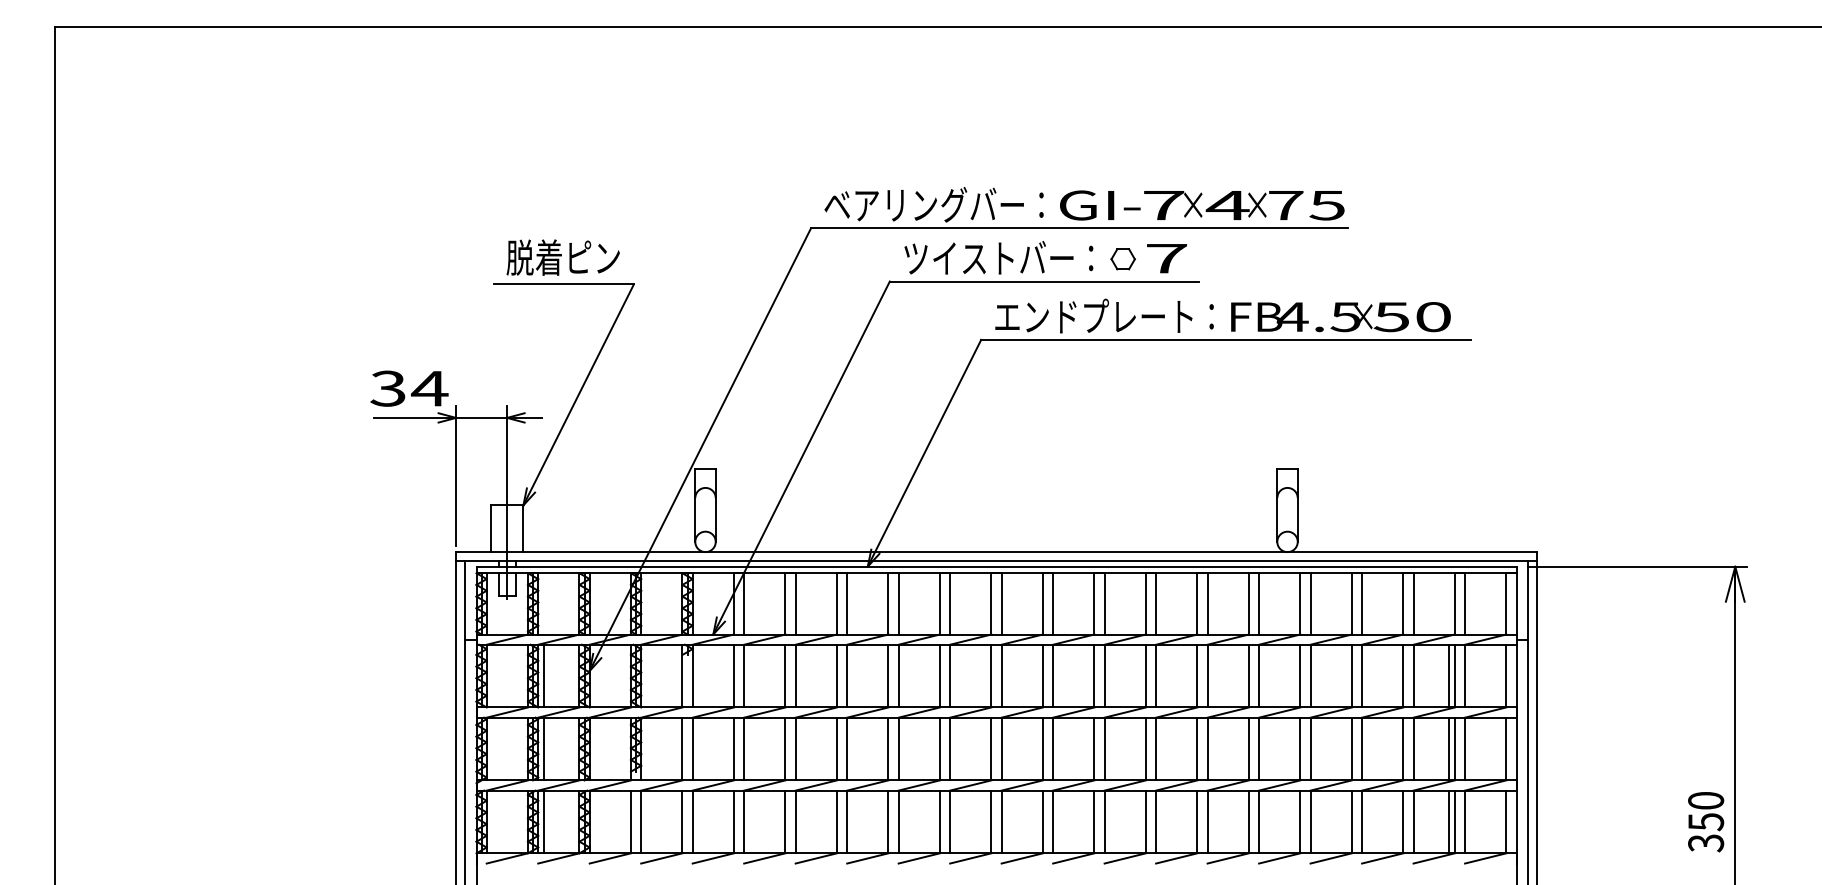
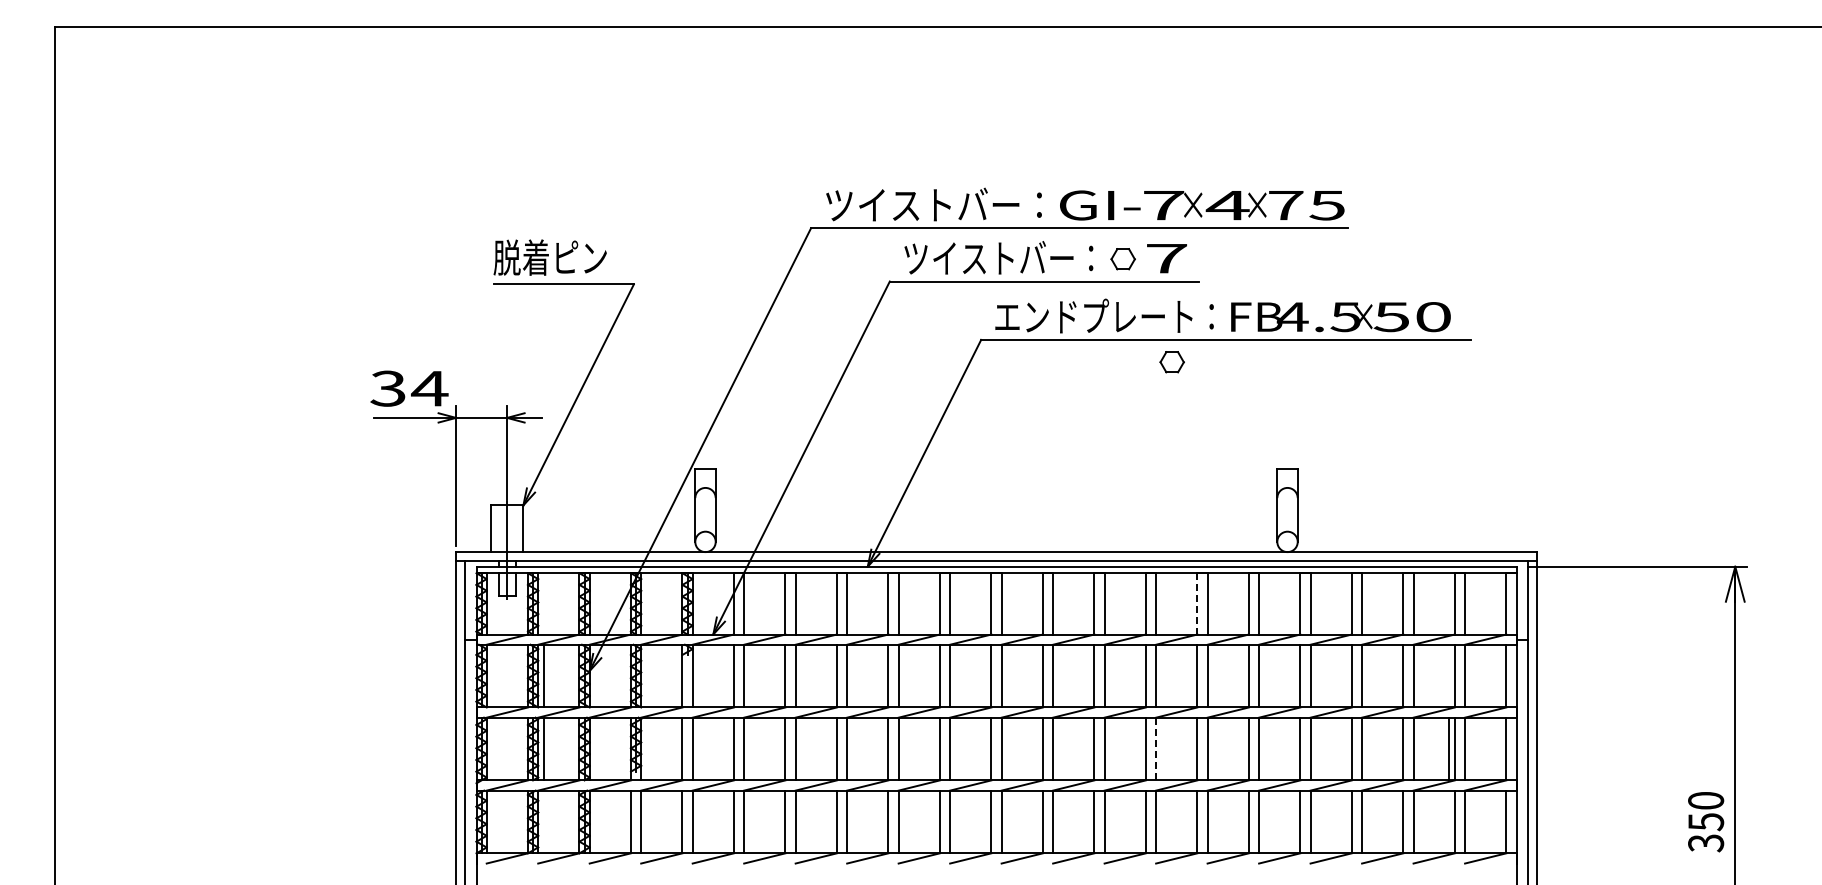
text at (933, 204): ベアリングバー： -> ツイストバー：
text at (562, 257) position: (562, 257) -> (549, 257)
part at (1171, 362): none -> present
line at (1197, 603): solid -> dashed
line at (1449, 675): present -> none
line at (1156, 748): solid -> dashed
line at (543, 821): present -> none
line at (1449, 821): present -> none
